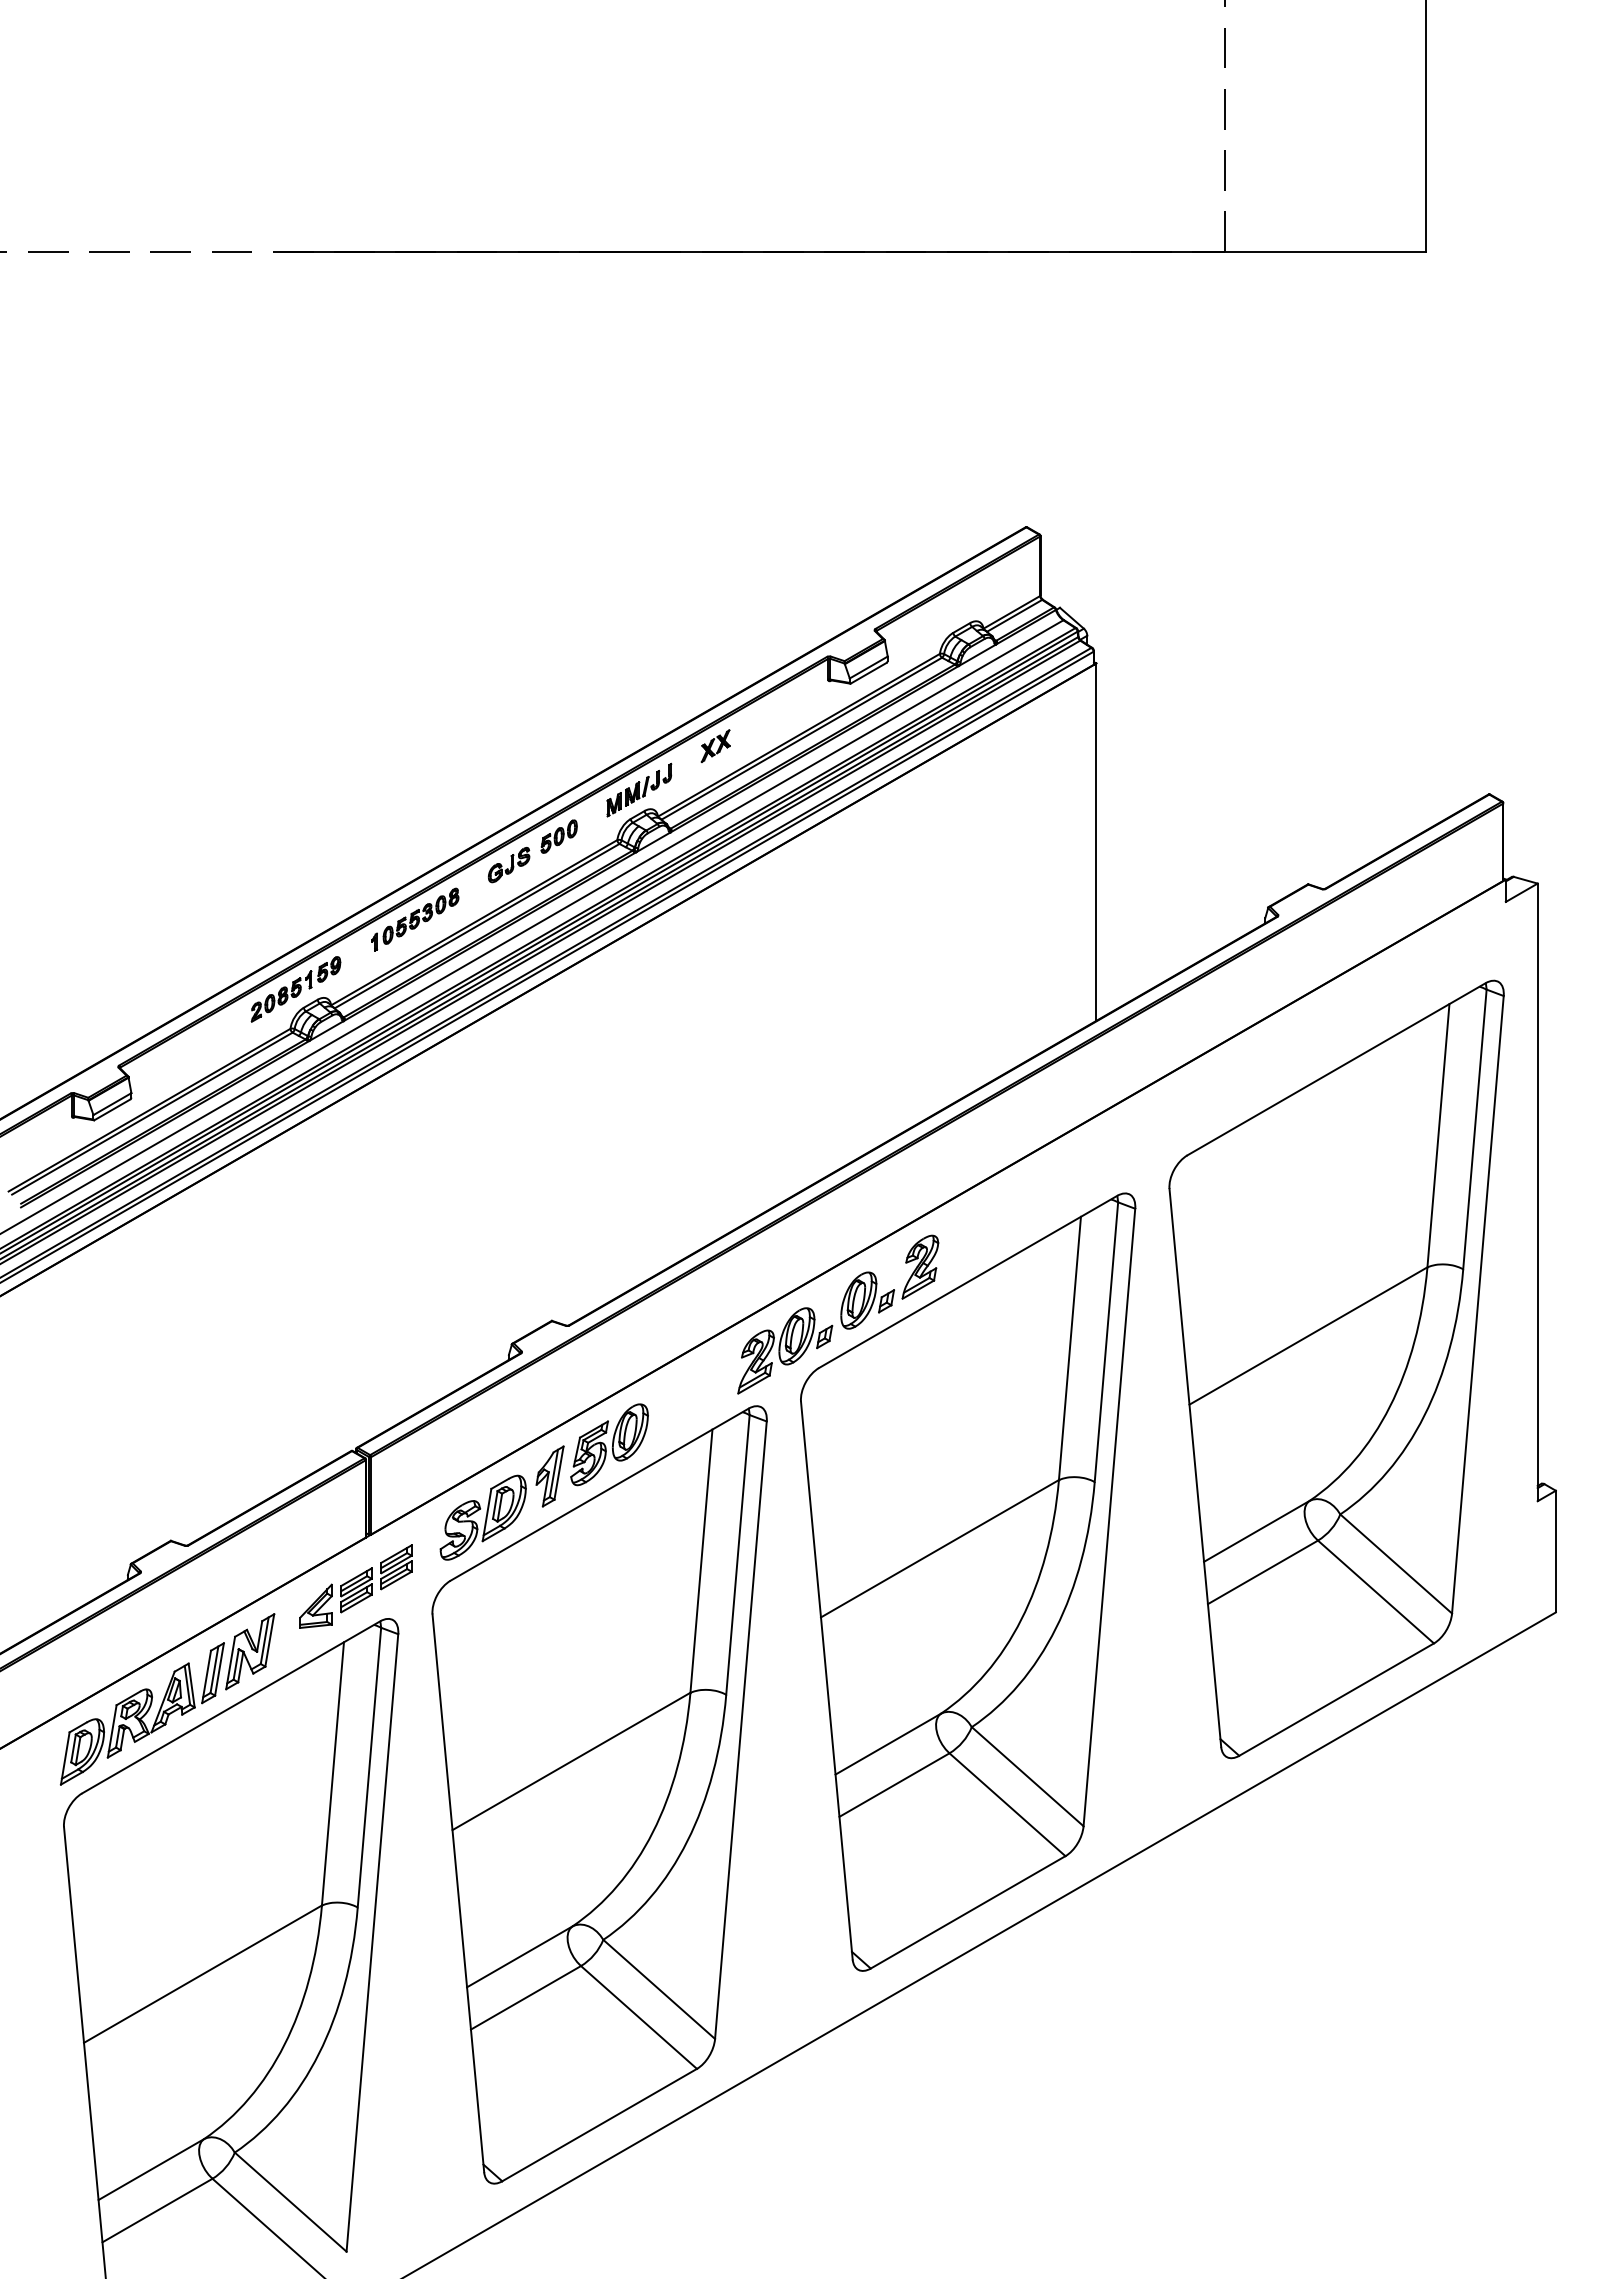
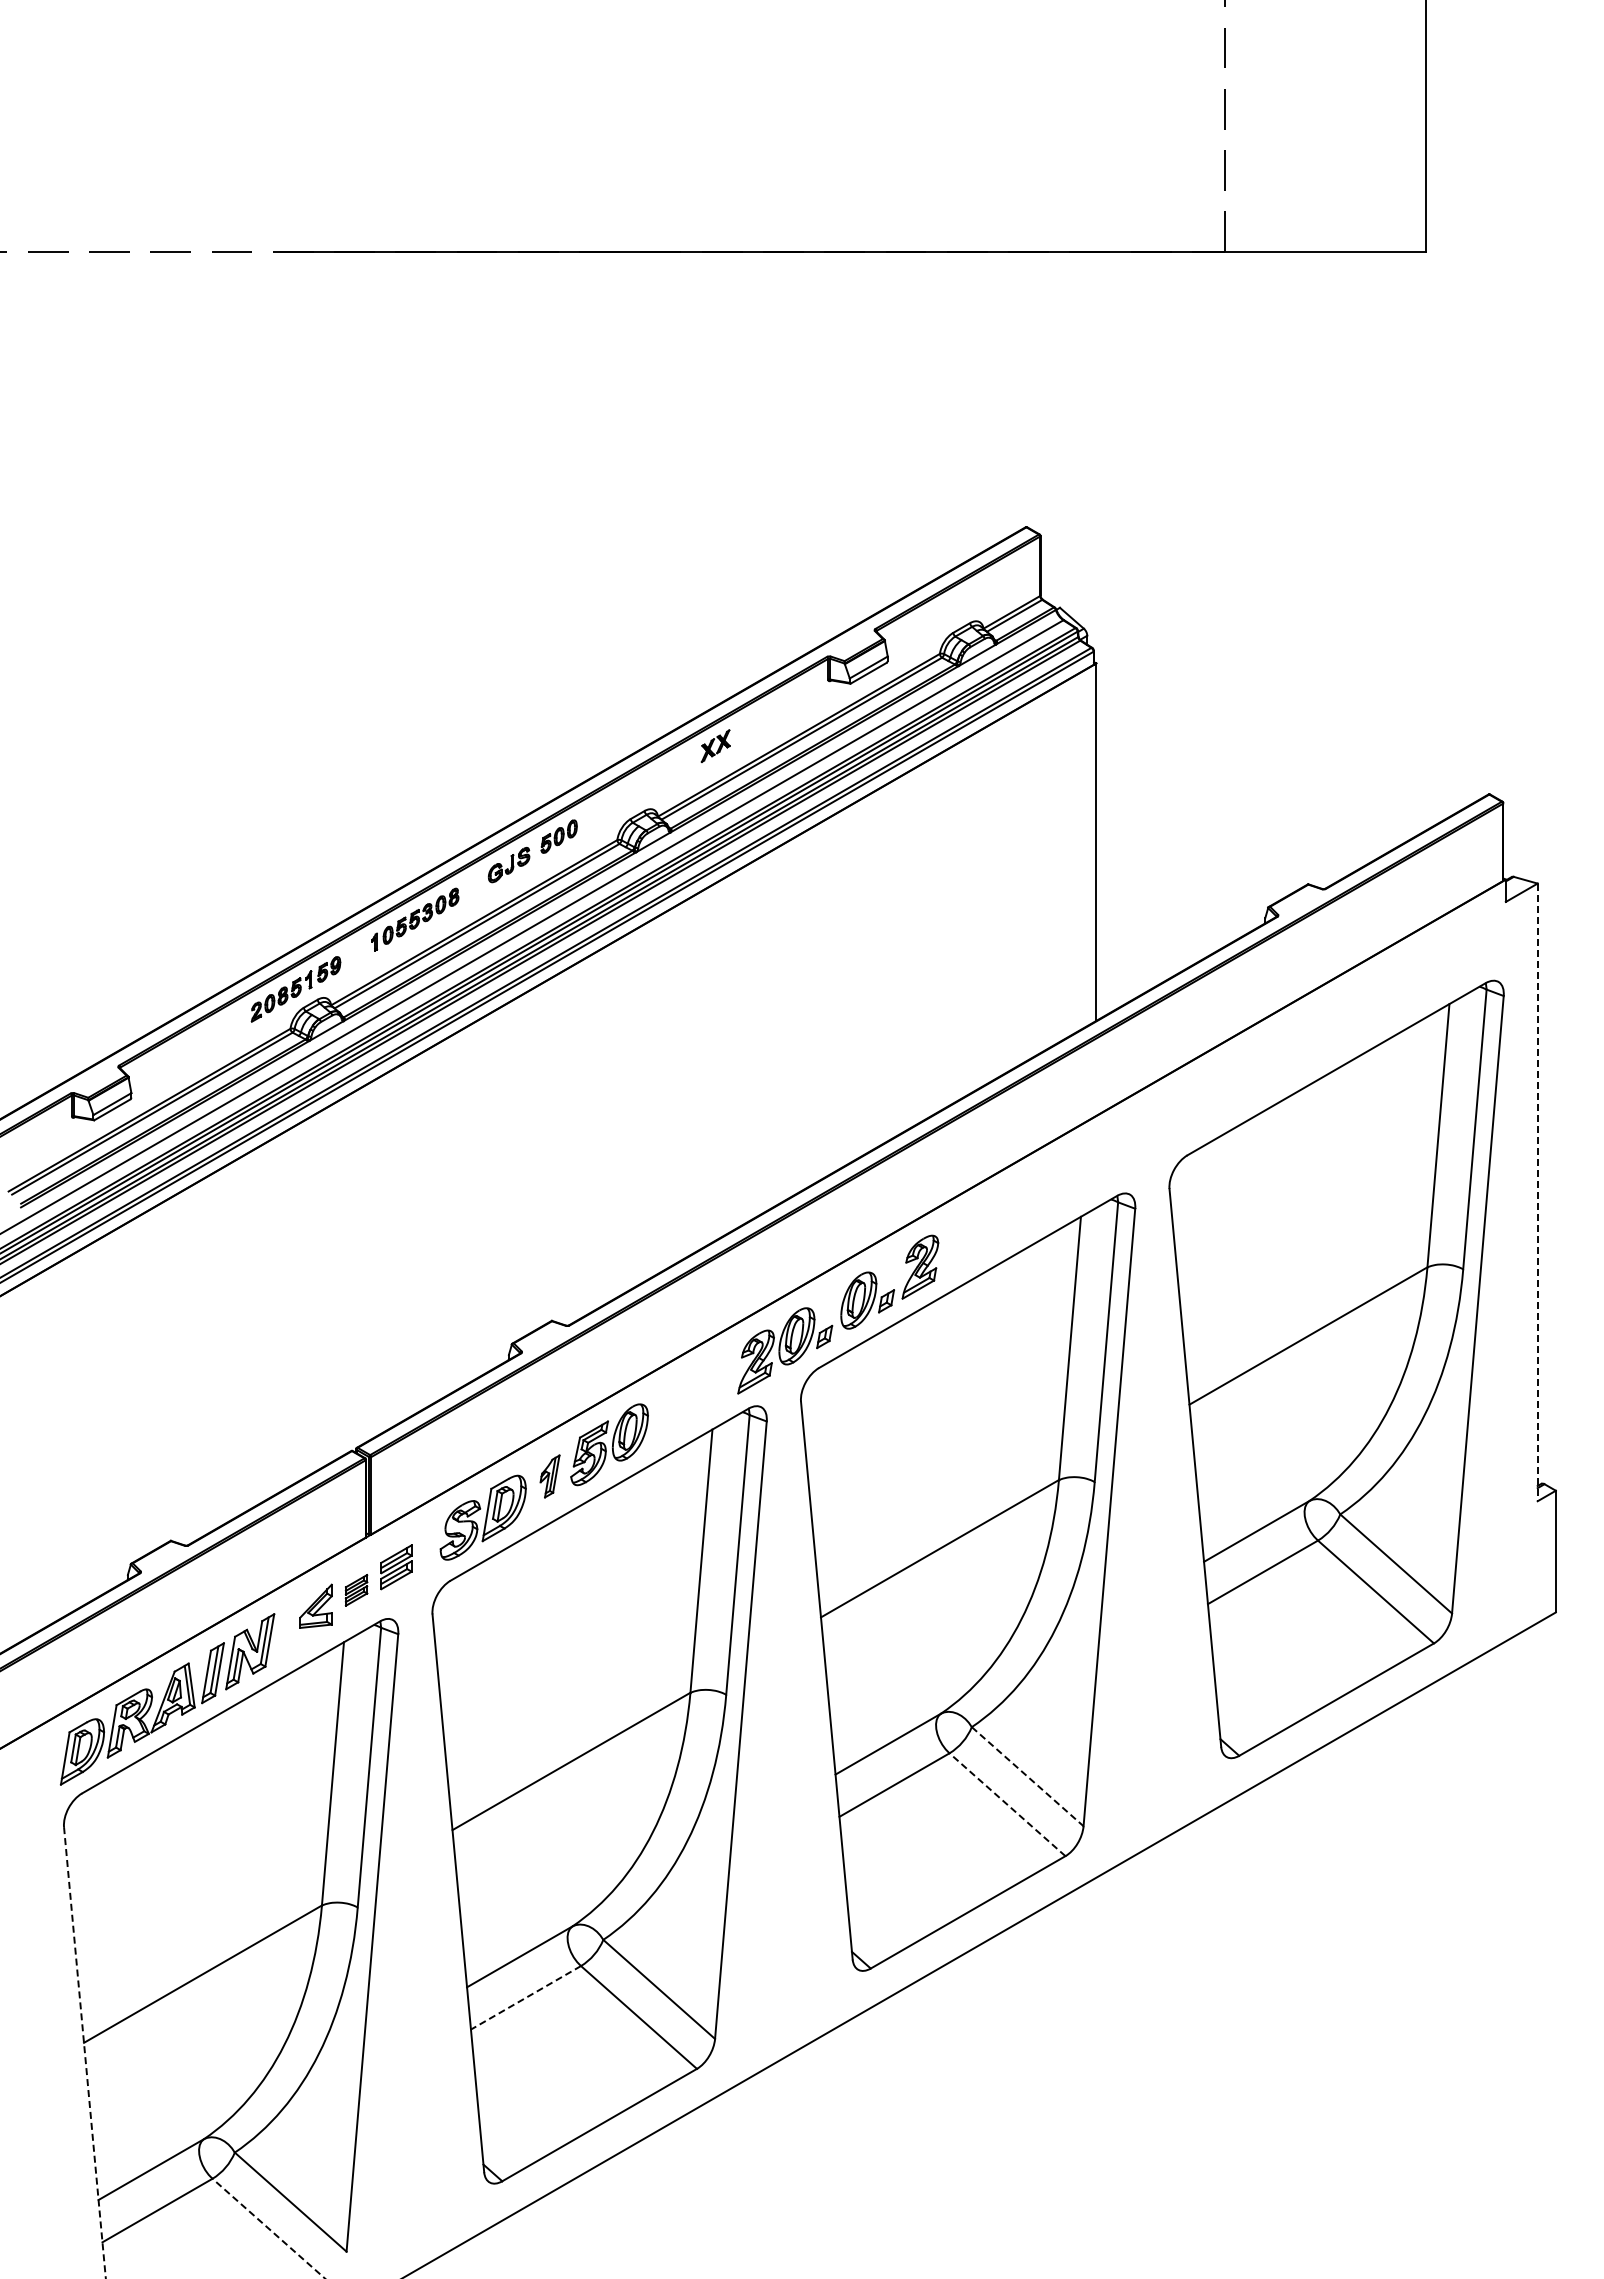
part at (639, 789): present -> none
line at (1537, 1192): solid -> dashed
part at (549, 1476) size: 30x63 px -> 22x45 px
part at (356, 1590) size: 33x47 px -> 25x33 px
line at (1027, 1776): solid -> dashed
line at (1007, 1804): solid -> dashed
line at (525, 1997): solid -> dashed
line at (84, 2052): solid -> dashed
line at (268, 2228): solid -> dashed
